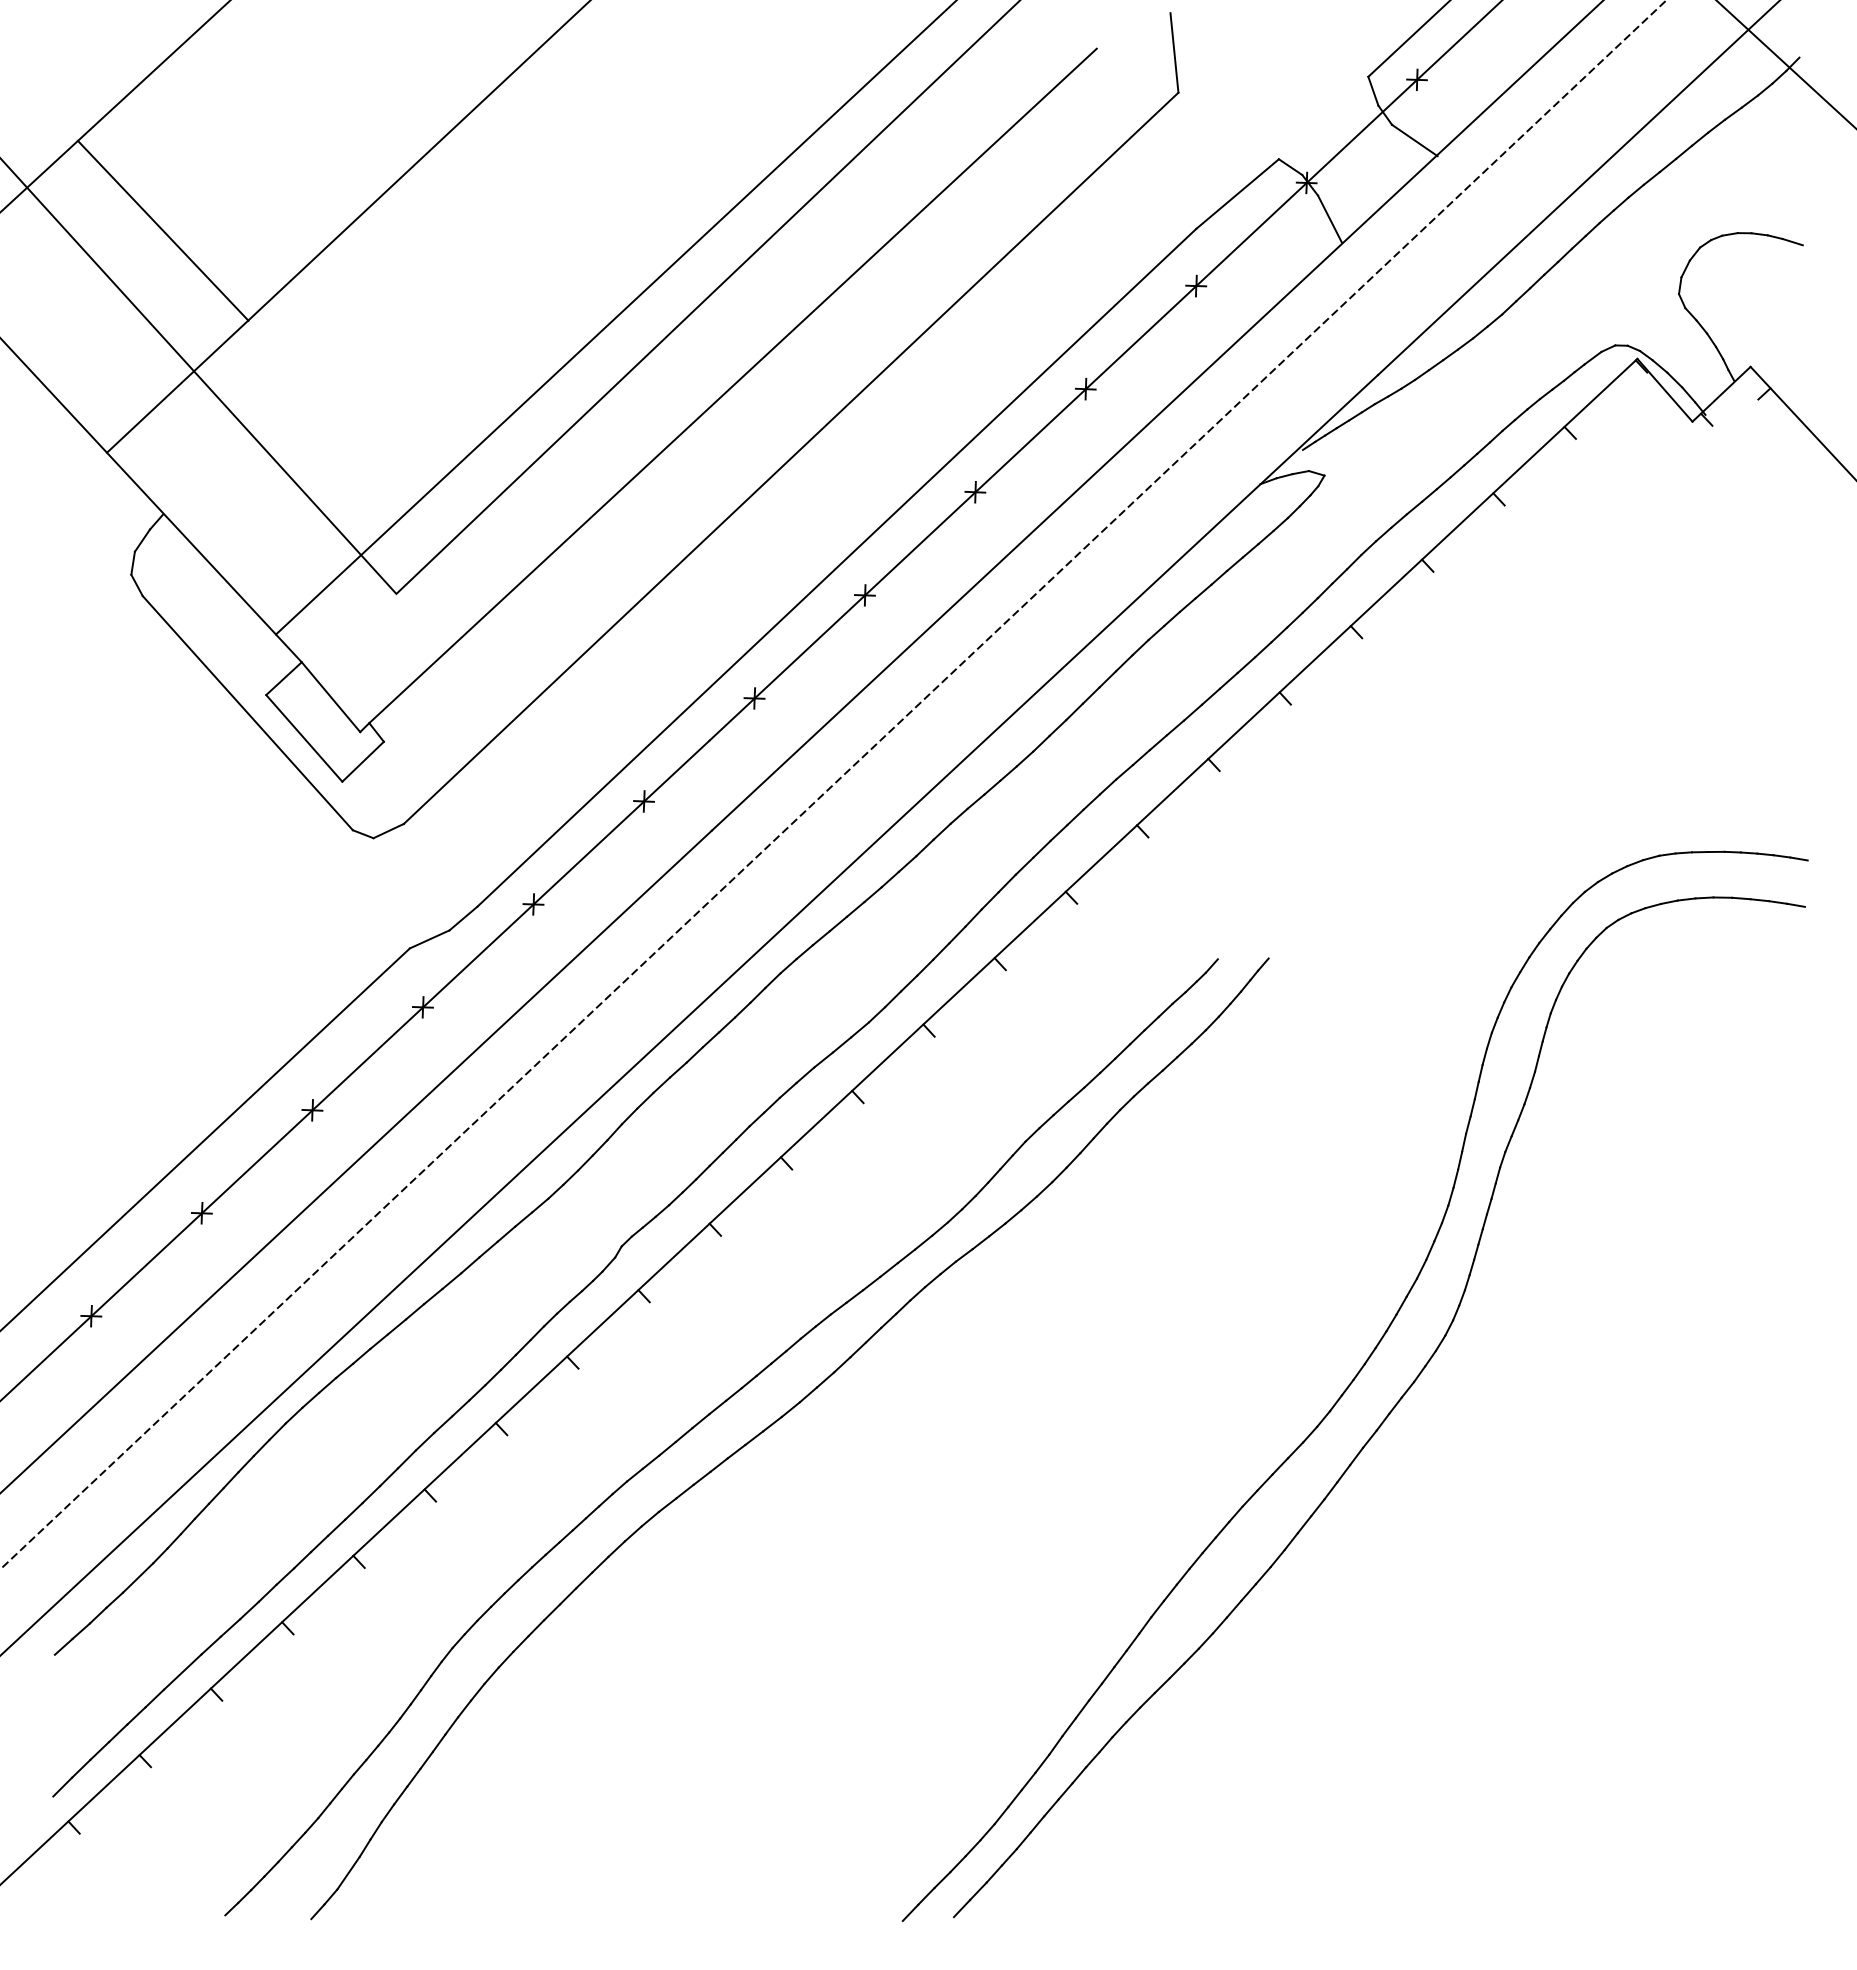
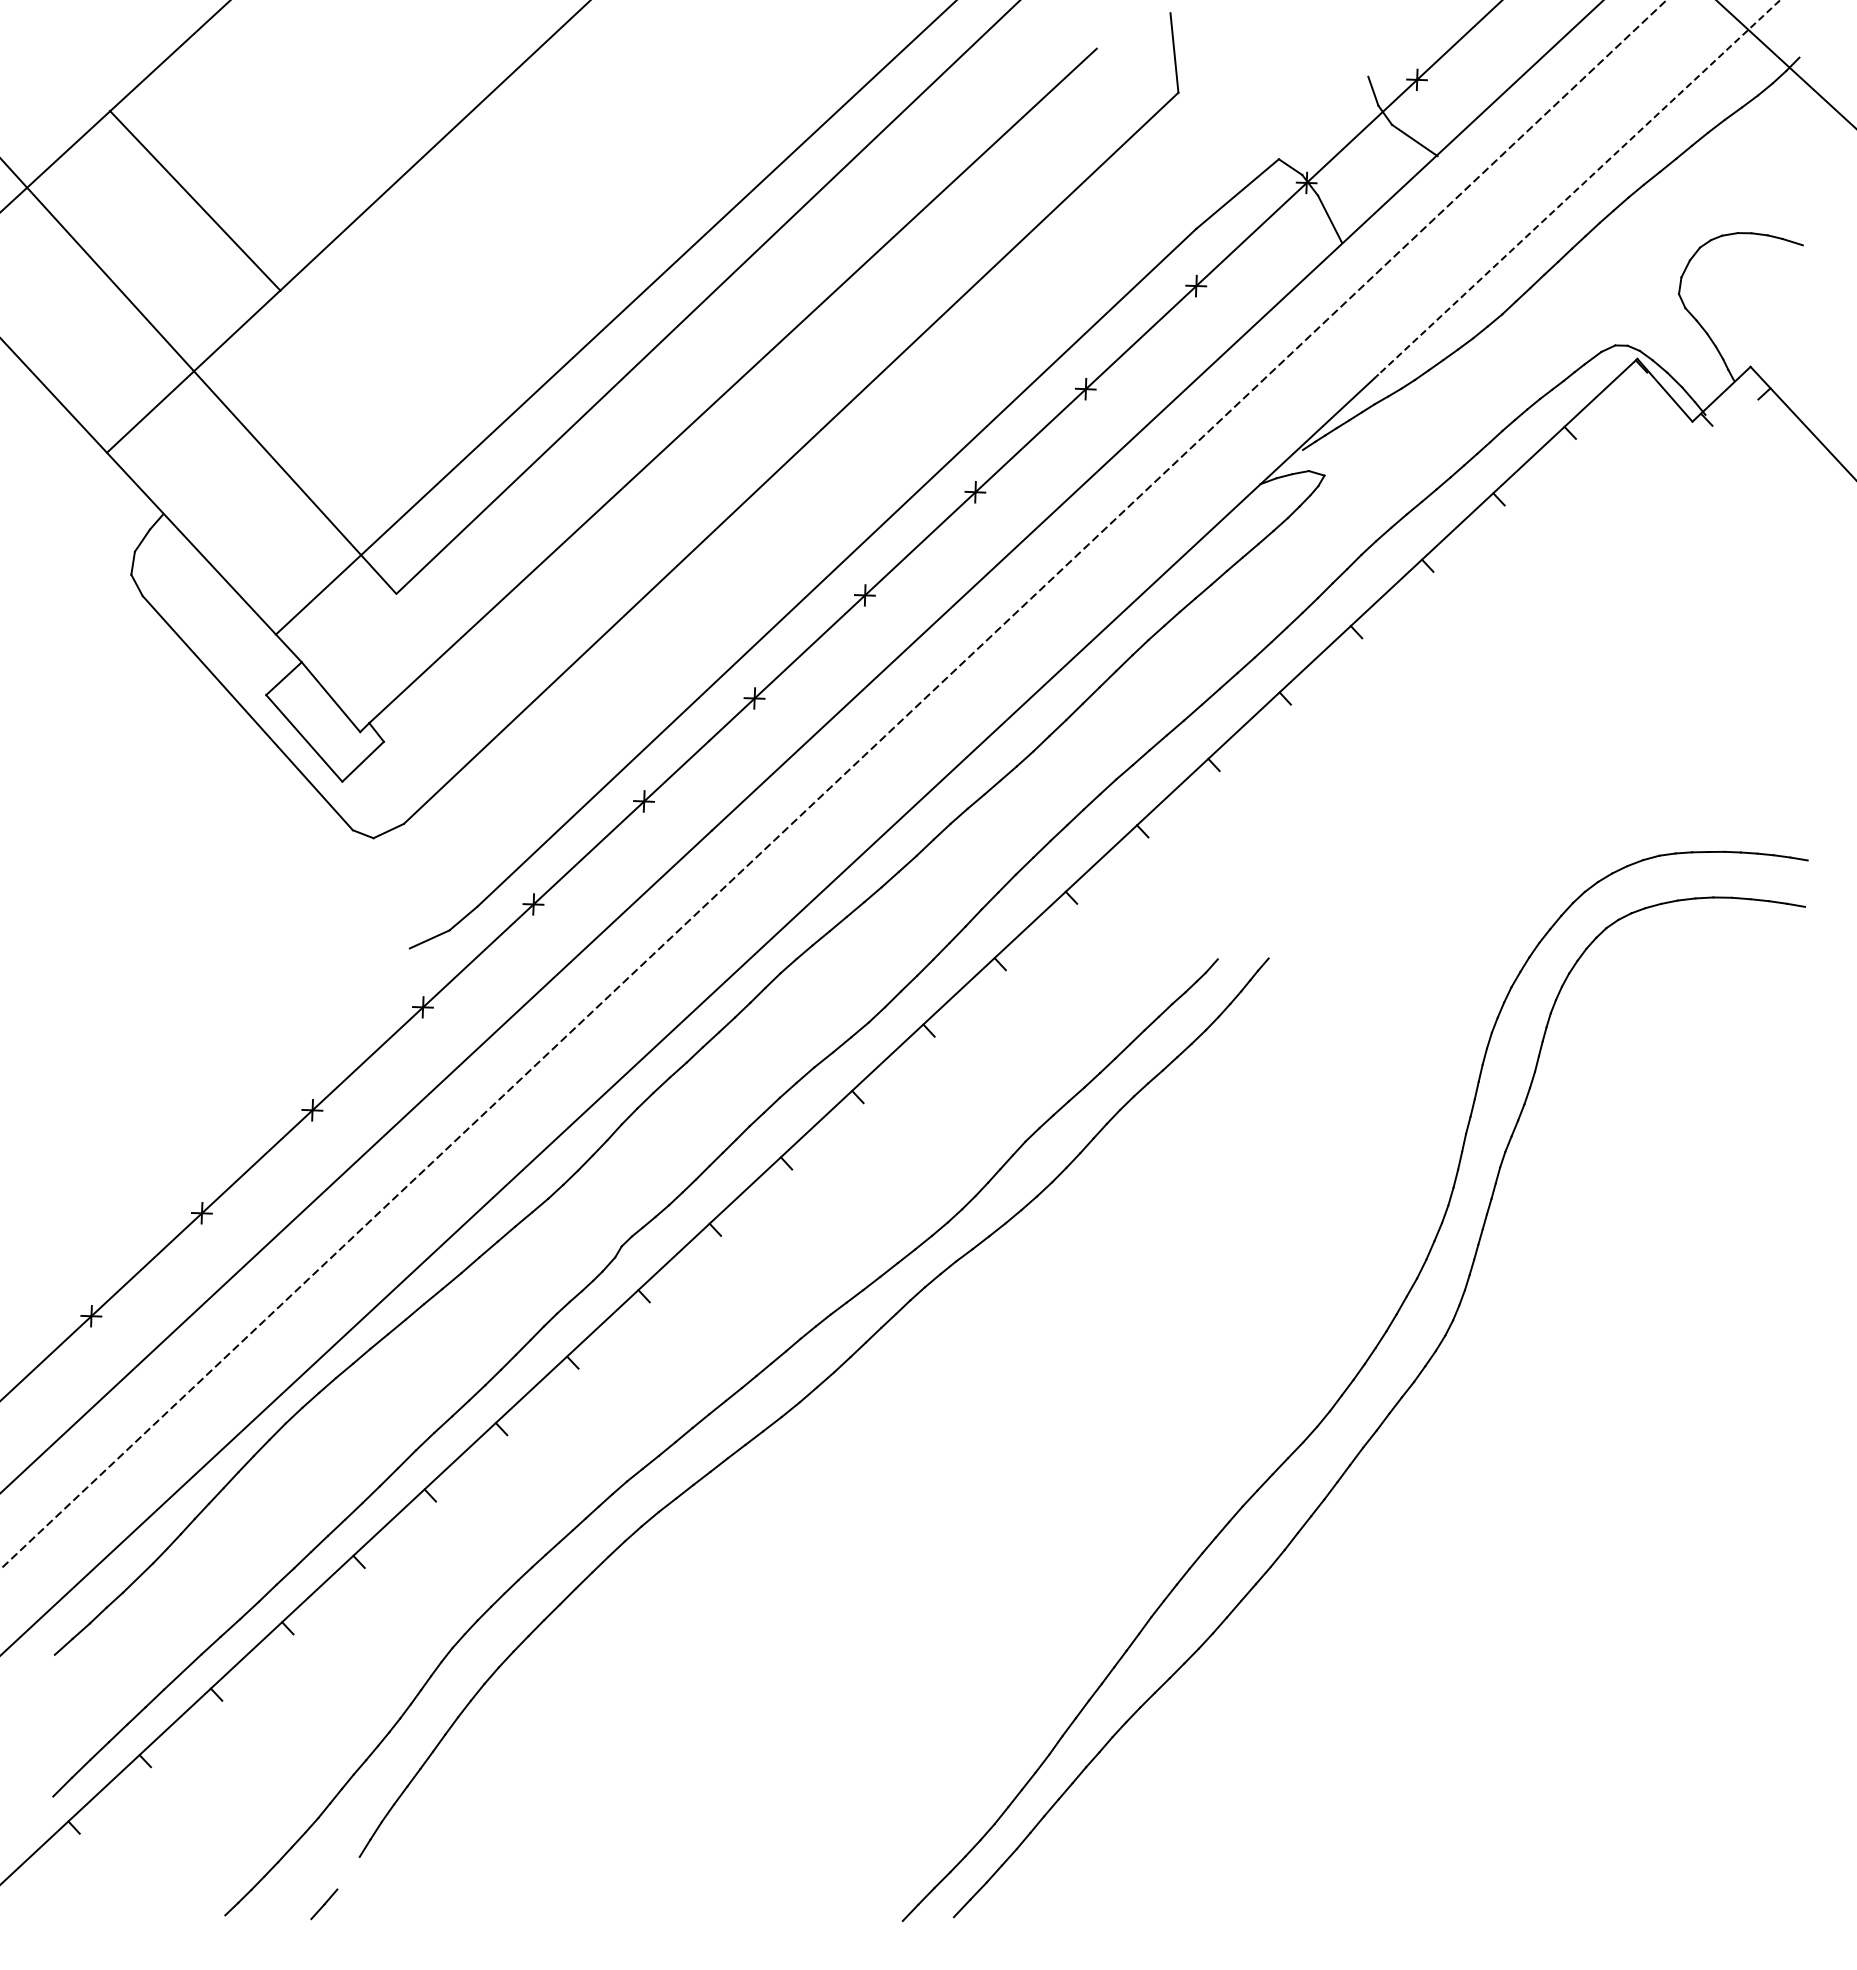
line at (1408, 39): present -> none
line at (1579, 187): solid -> dashed
line at (162, 230) position: (162, 230) -> (194, 200)
line at (205, 1138): present -> none
line at (348, 1872): present -> none
